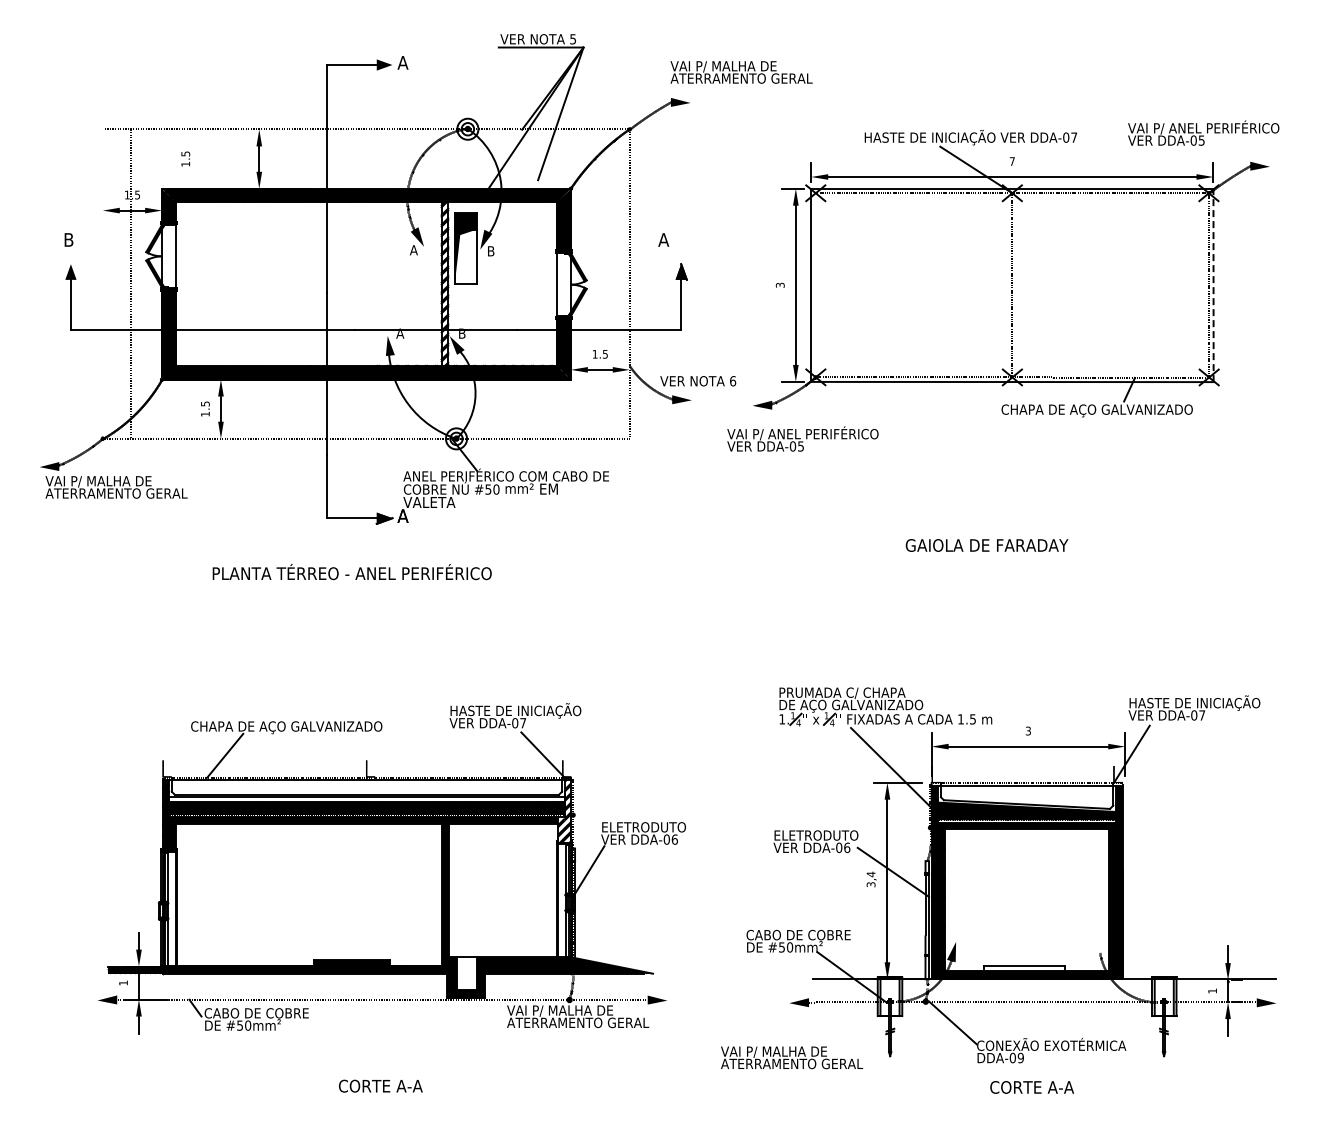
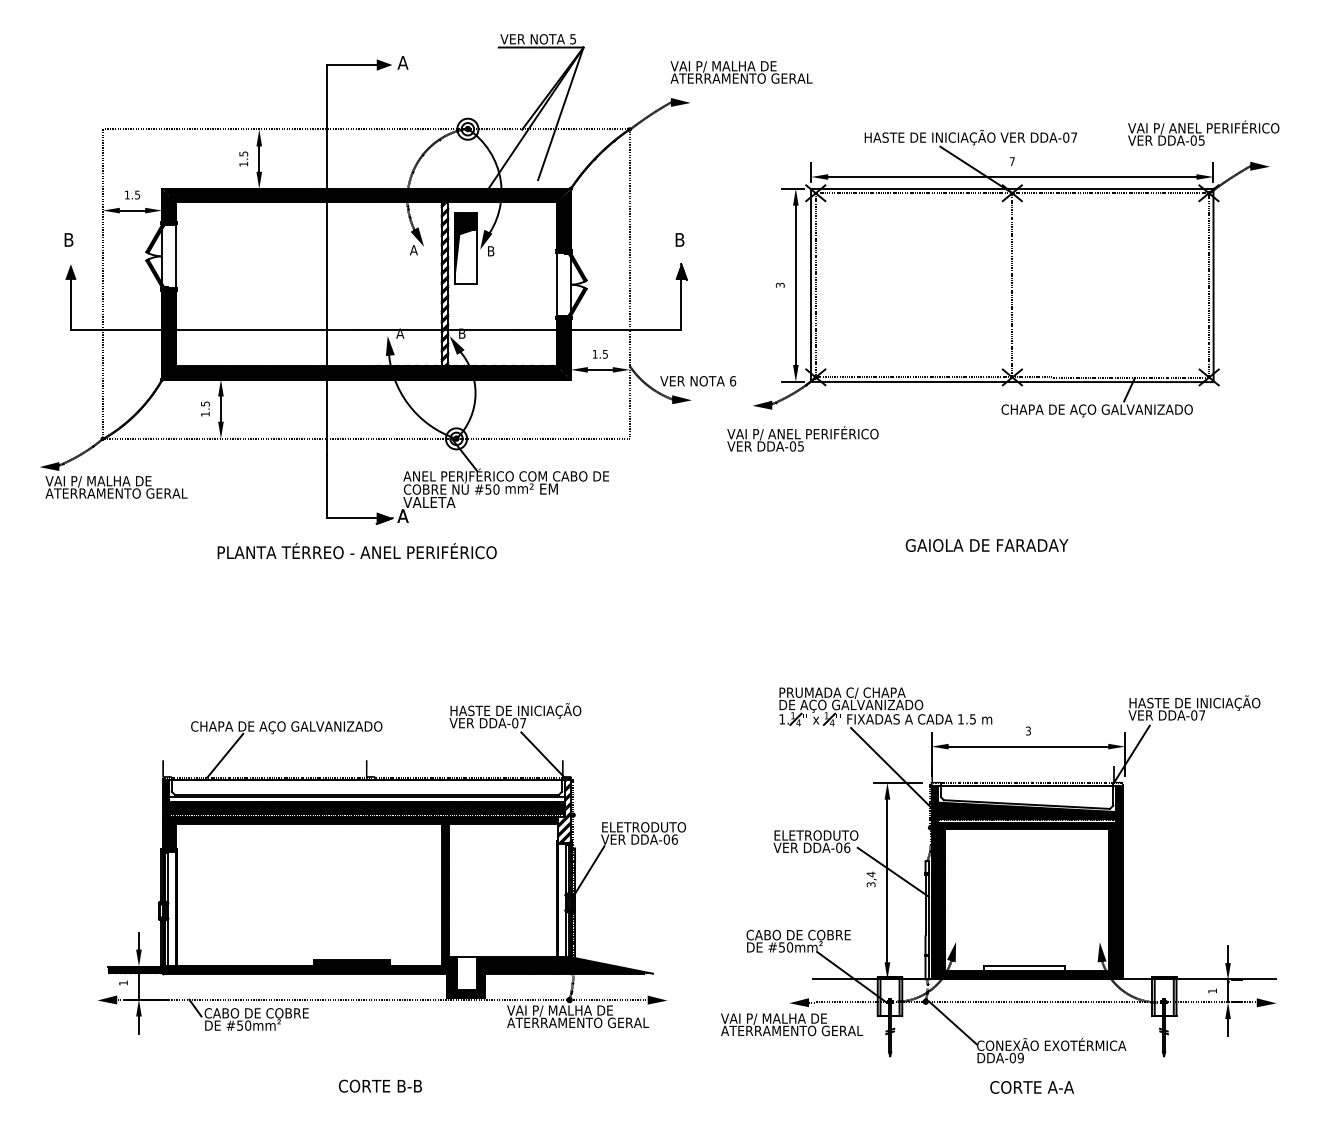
text at (185, 158) position: (185, 158) -> (243, 158)
text at (671, 239): A -> B
line at (130, 283) position: (130, 283) -> (102, 283)
line at (815, 285): none -> present
line at (1213, 285): dashed -> solid
text at (351, 572) position: (351, 572) -> (356, 551)
fill at (1101, 952): none -> present
text at (792, 1057) position: (792, 1057) -> (792, 1024)
text at (409, 1086): CORTE A-A -> CORTE B-B
